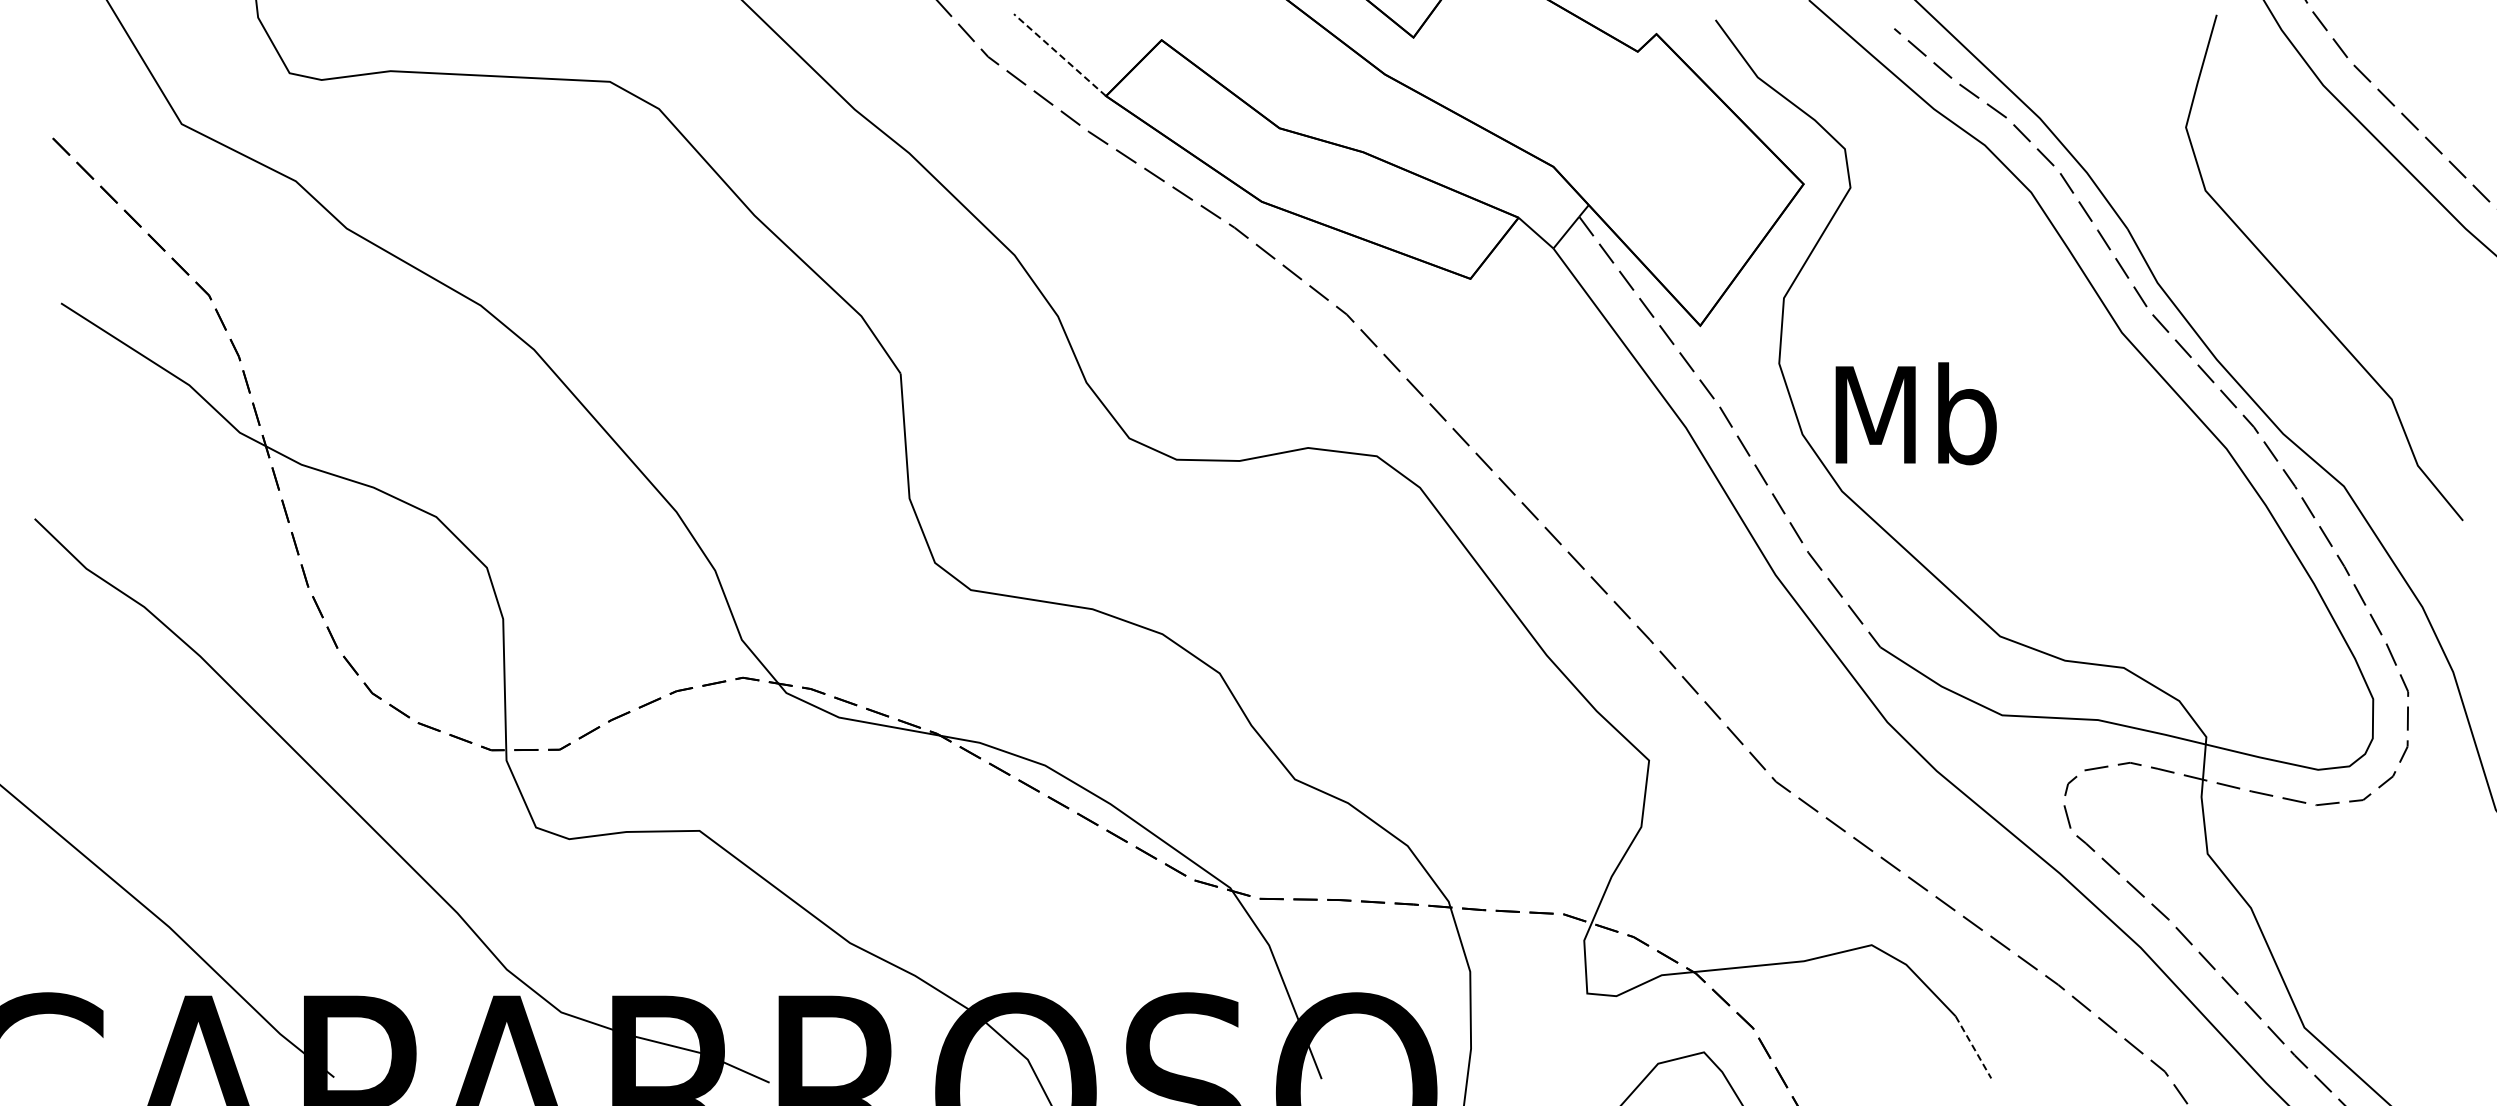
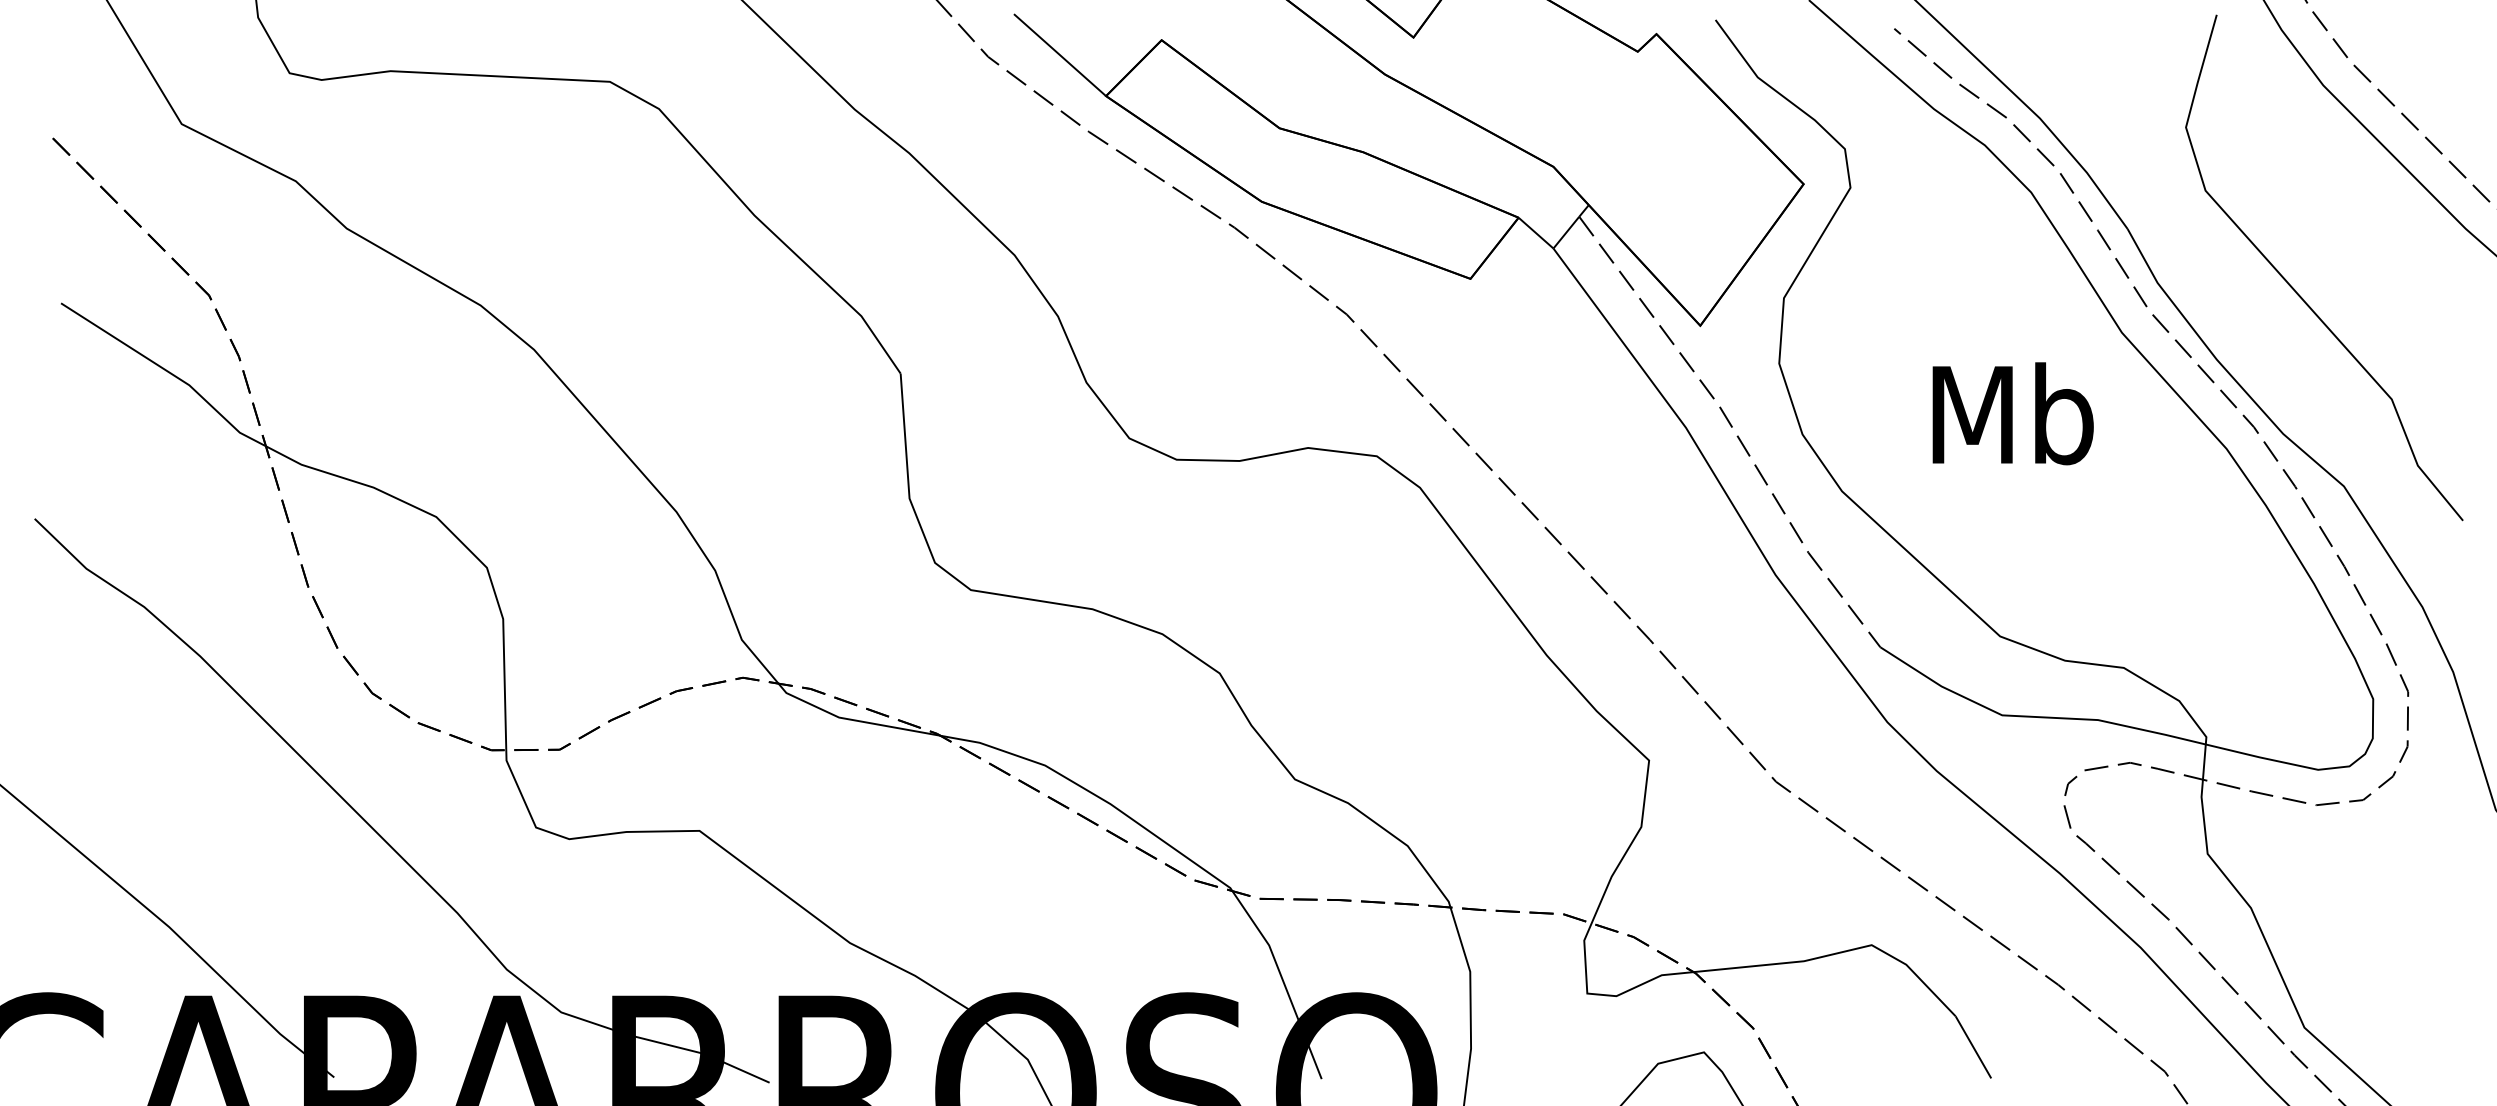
line at (1060, 55): dashed -> solid
text at (1915, 413) position: (1915, 413) -> (2012, 413)
line at (1973, 1047): dashed -> solid
